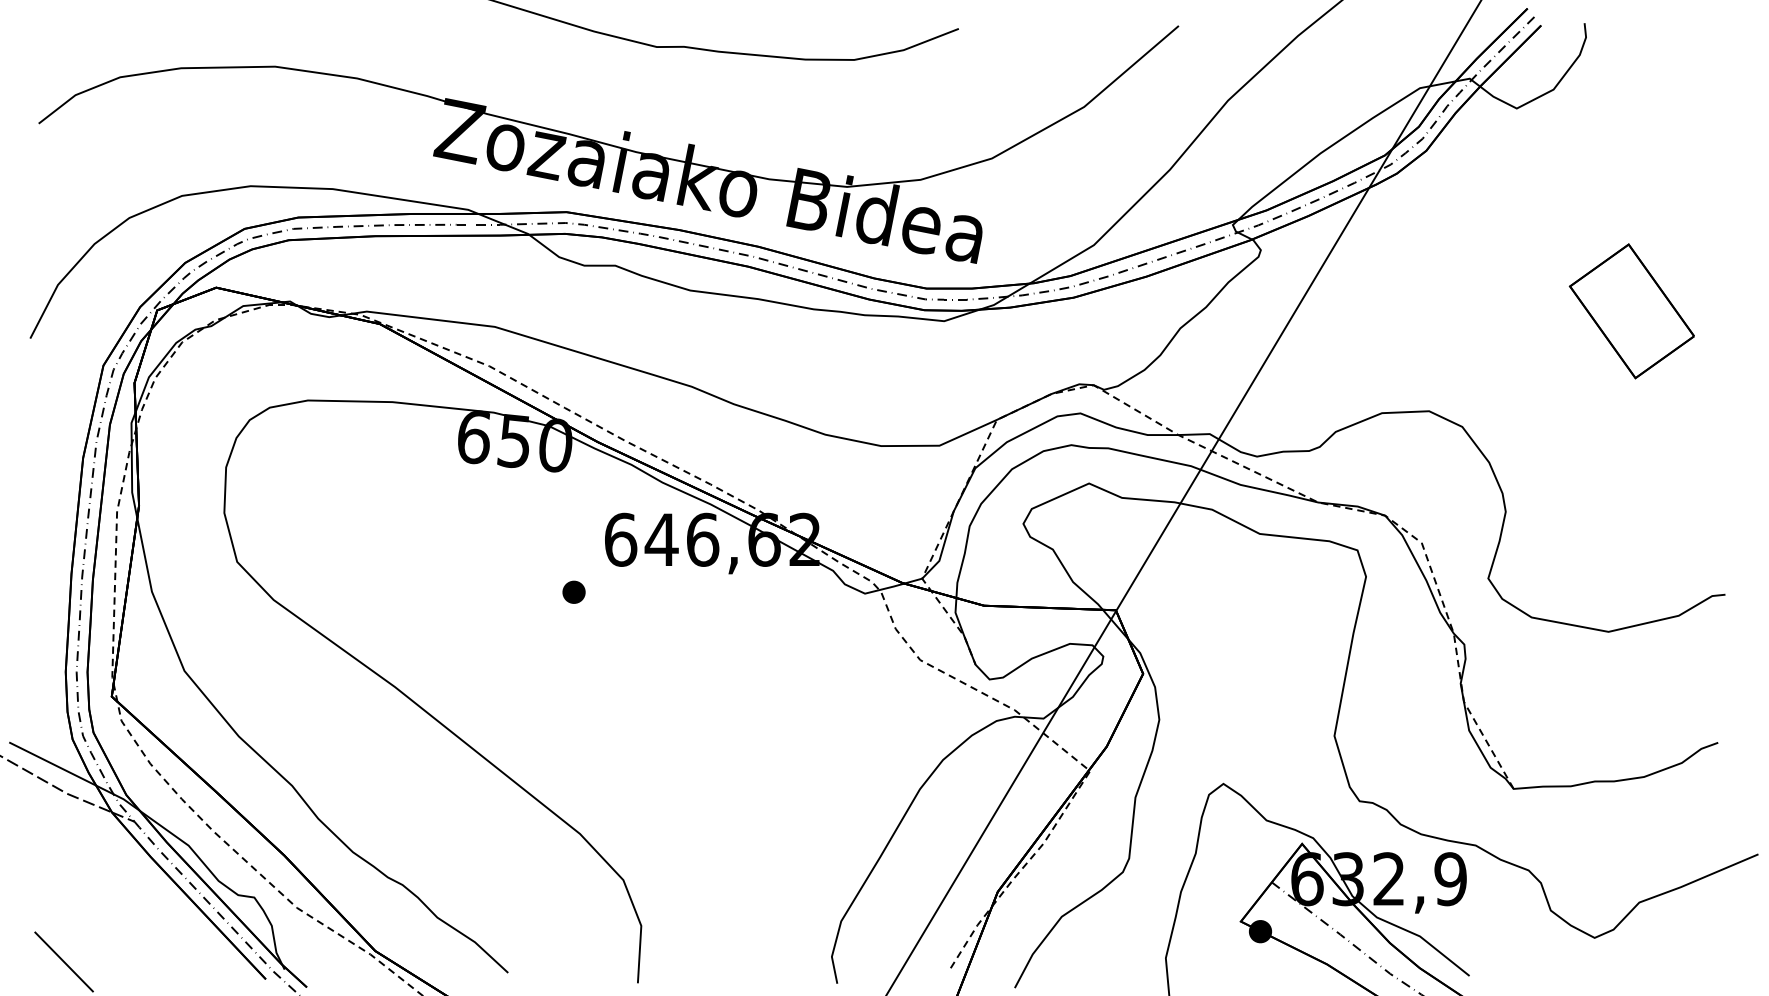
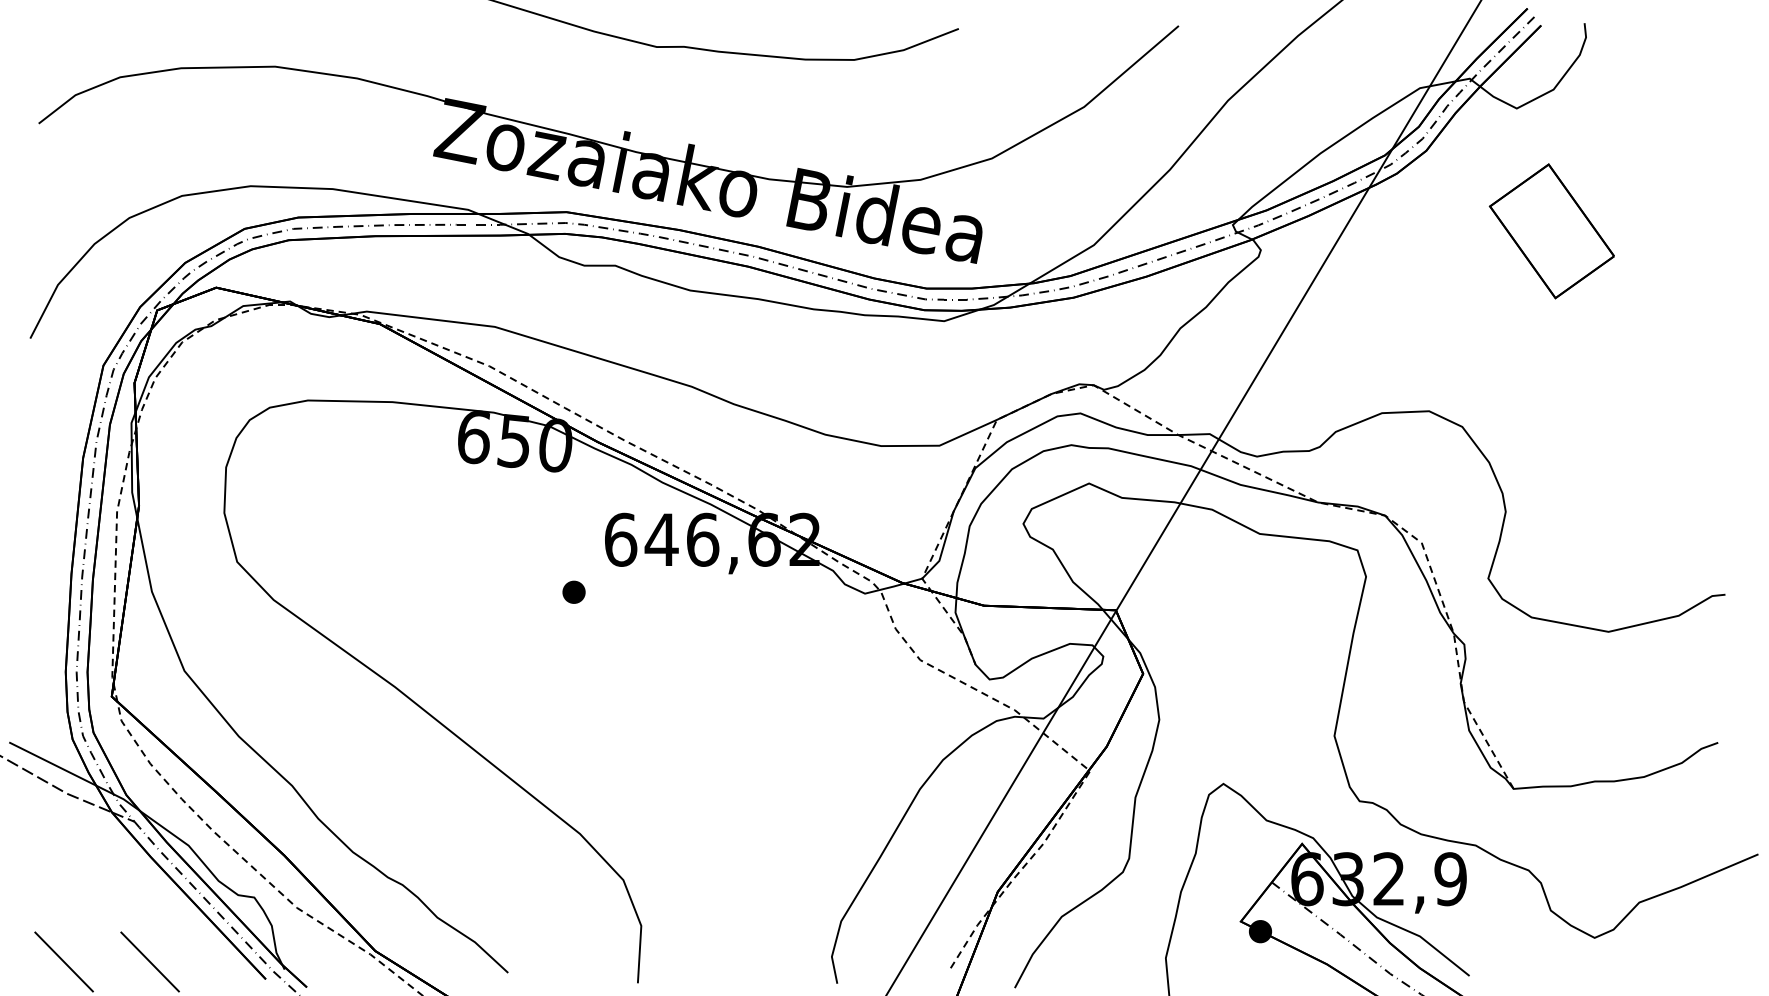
part at (1631, 311) position: (1631, 311) -> (1551, 231)
line at (149, 961): none -> present
